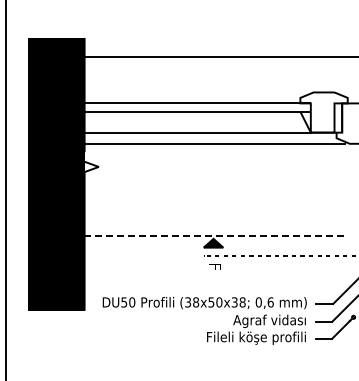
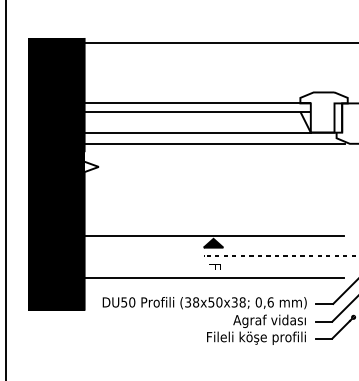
line at (207, 57) position: (207, 57) -> (207, 43)
line at (201, 235): dashed -> solid
line at (201, 277): none -> present
